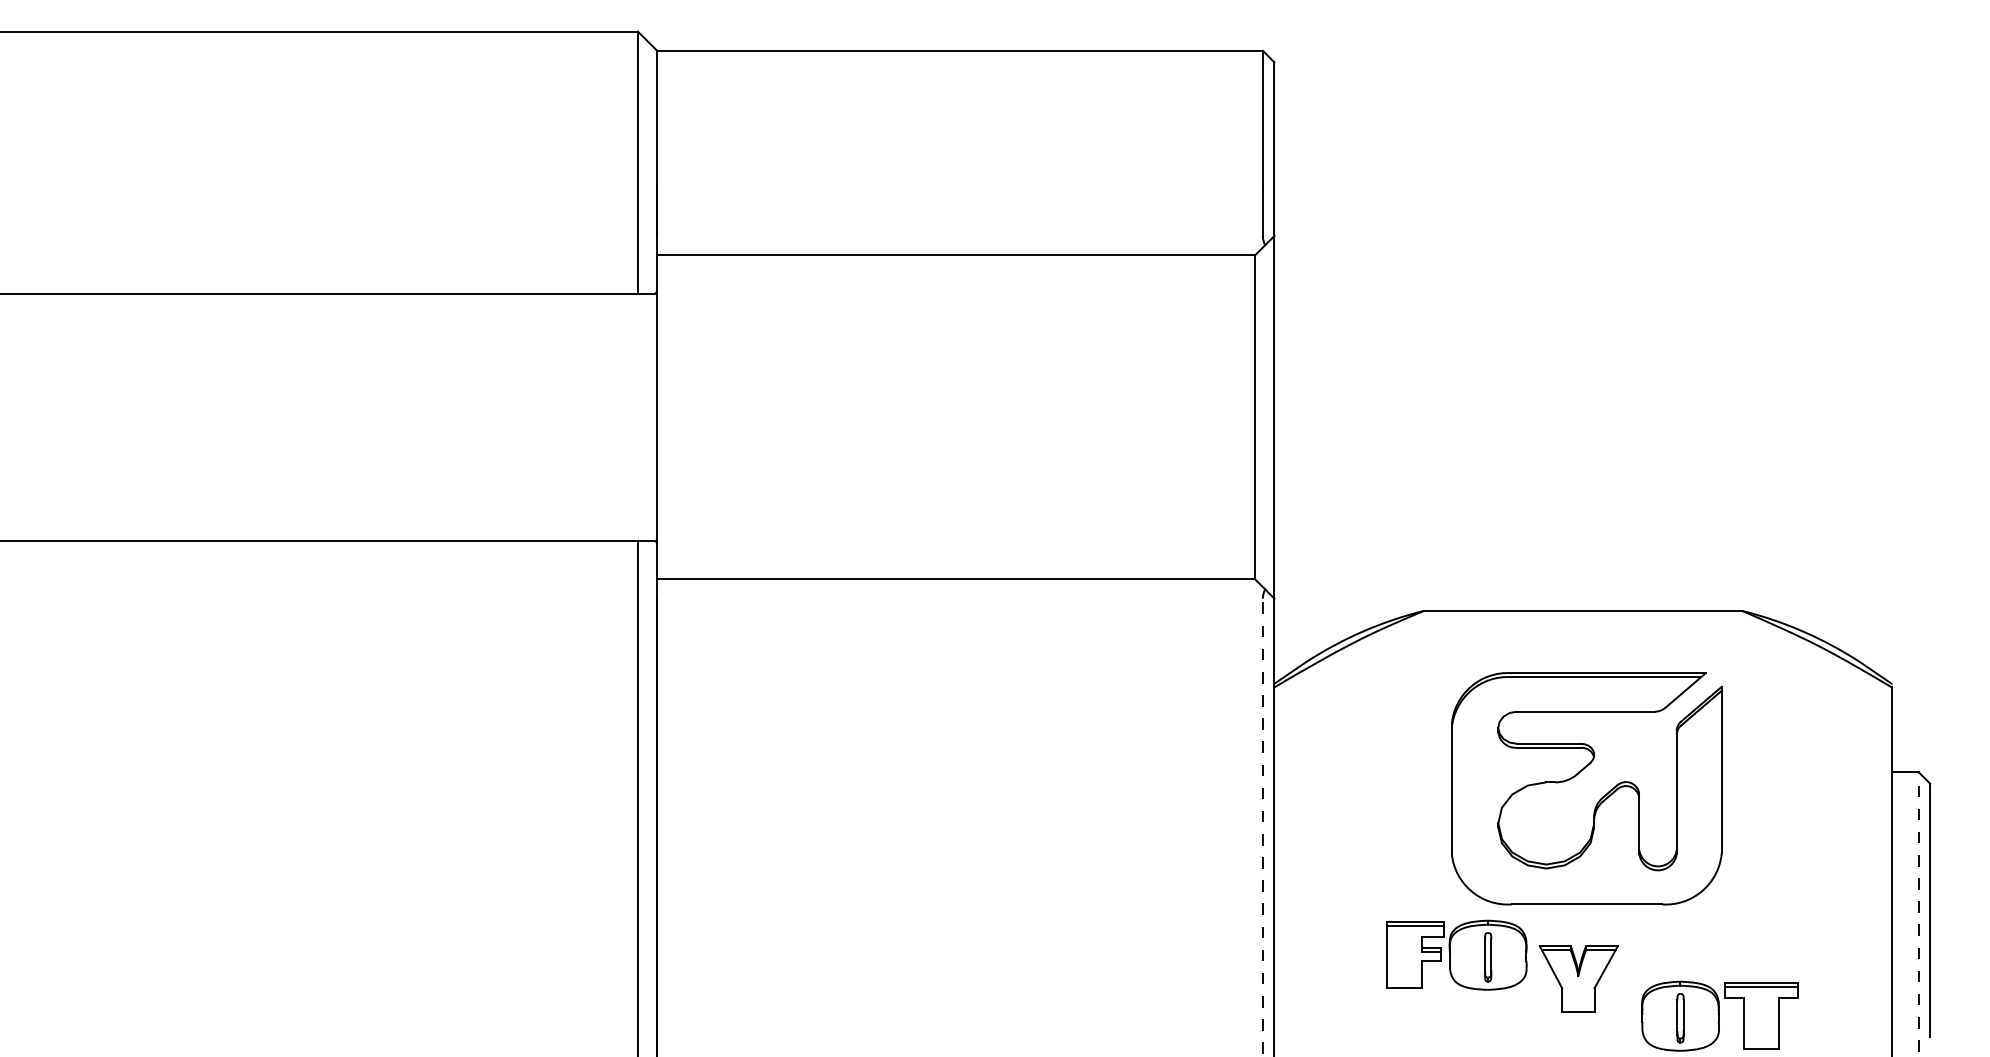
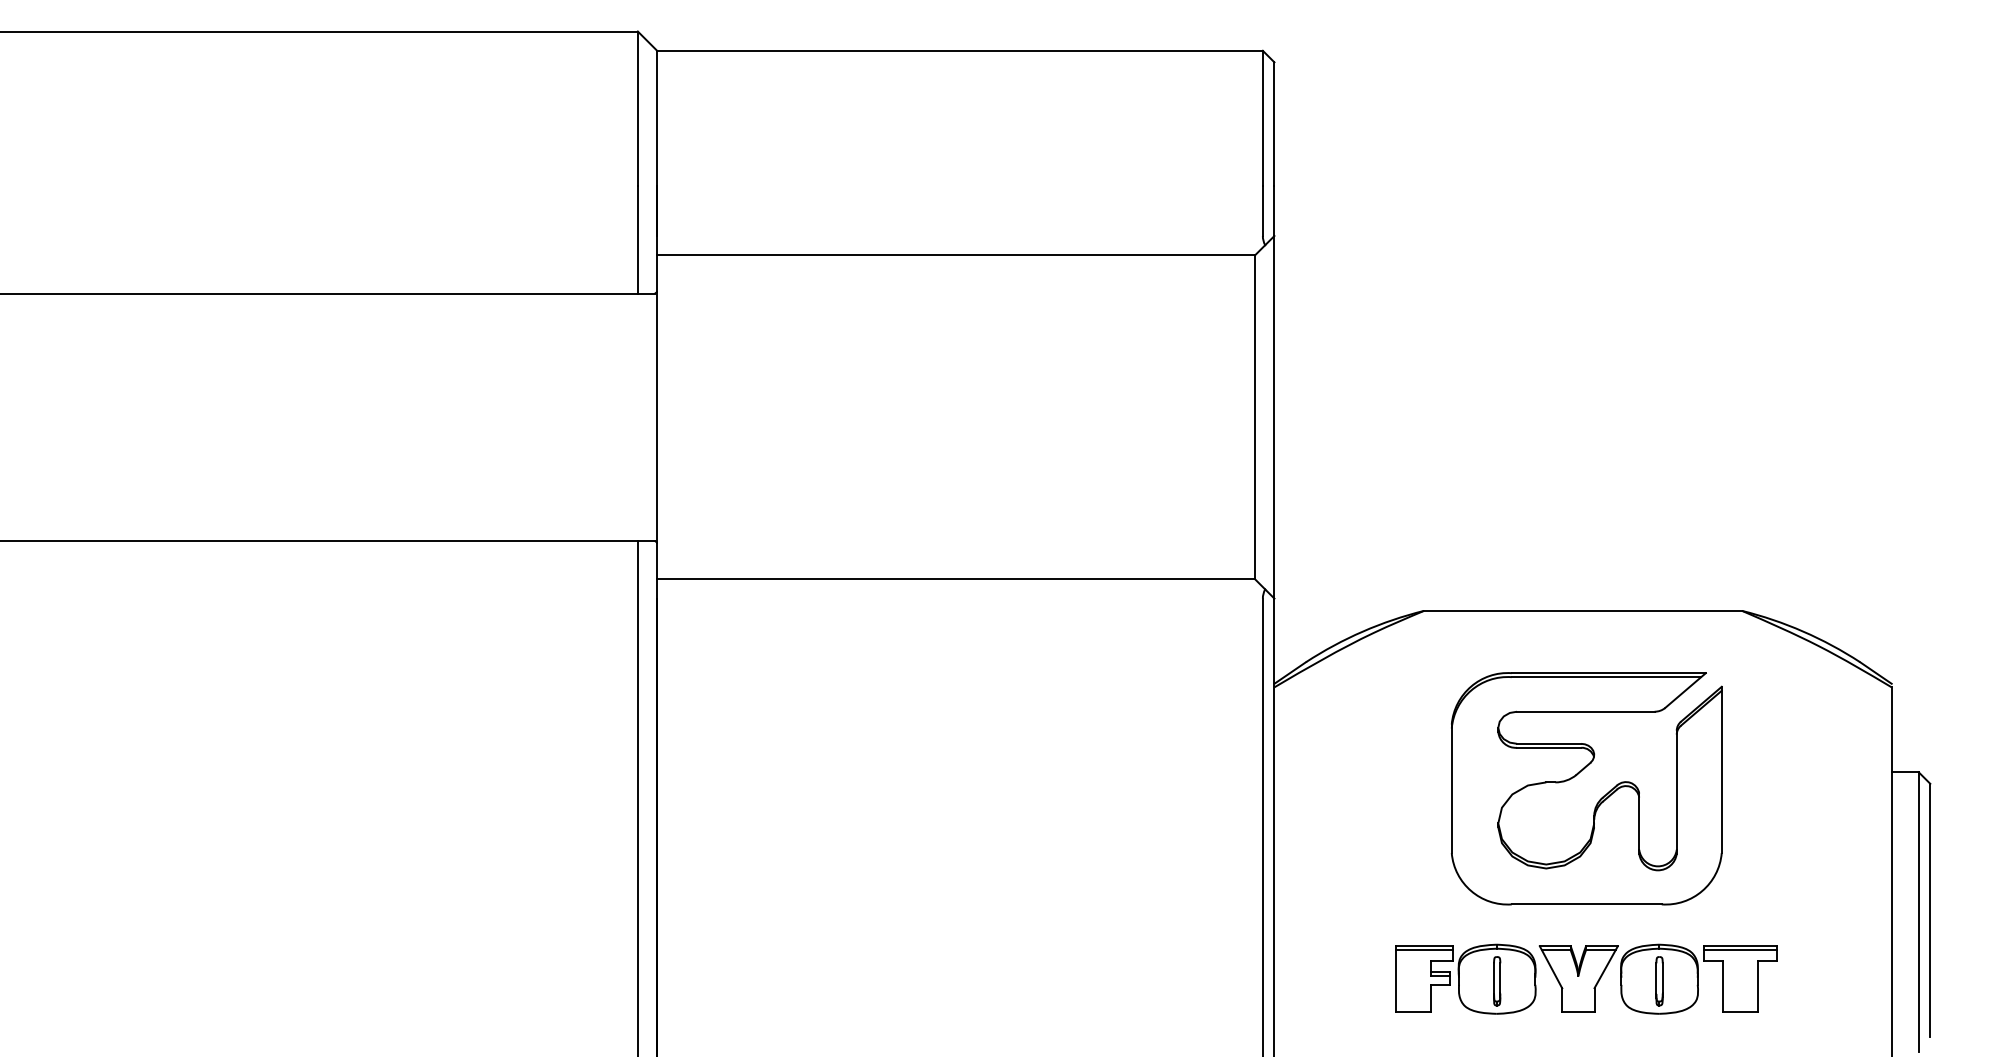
line at (1262, 827): dashed -> solid
line at (1918, 912): dashed -> solid
part at (1456, 954) position: (1456, 954) -> (1465, 978)
part at (1719, 1015) position: (1719, 1015) -> (1698, 978)
